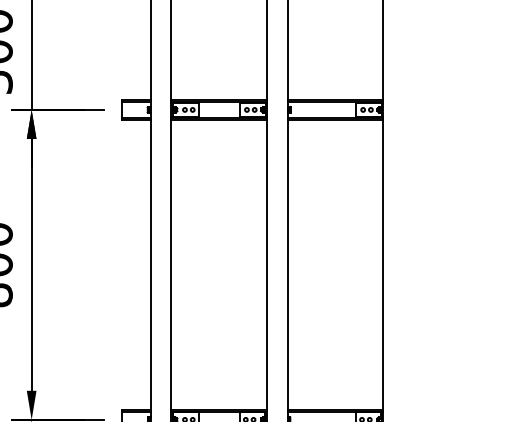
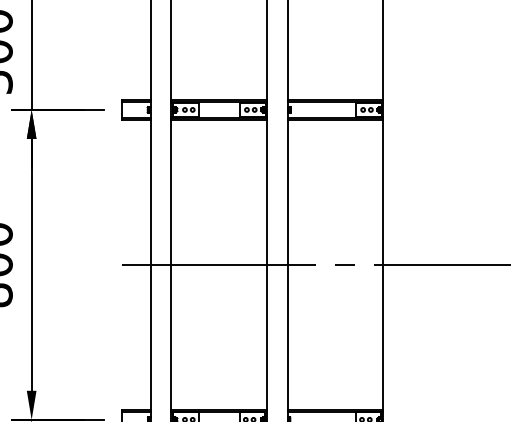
line at (314, 264): none -> present
